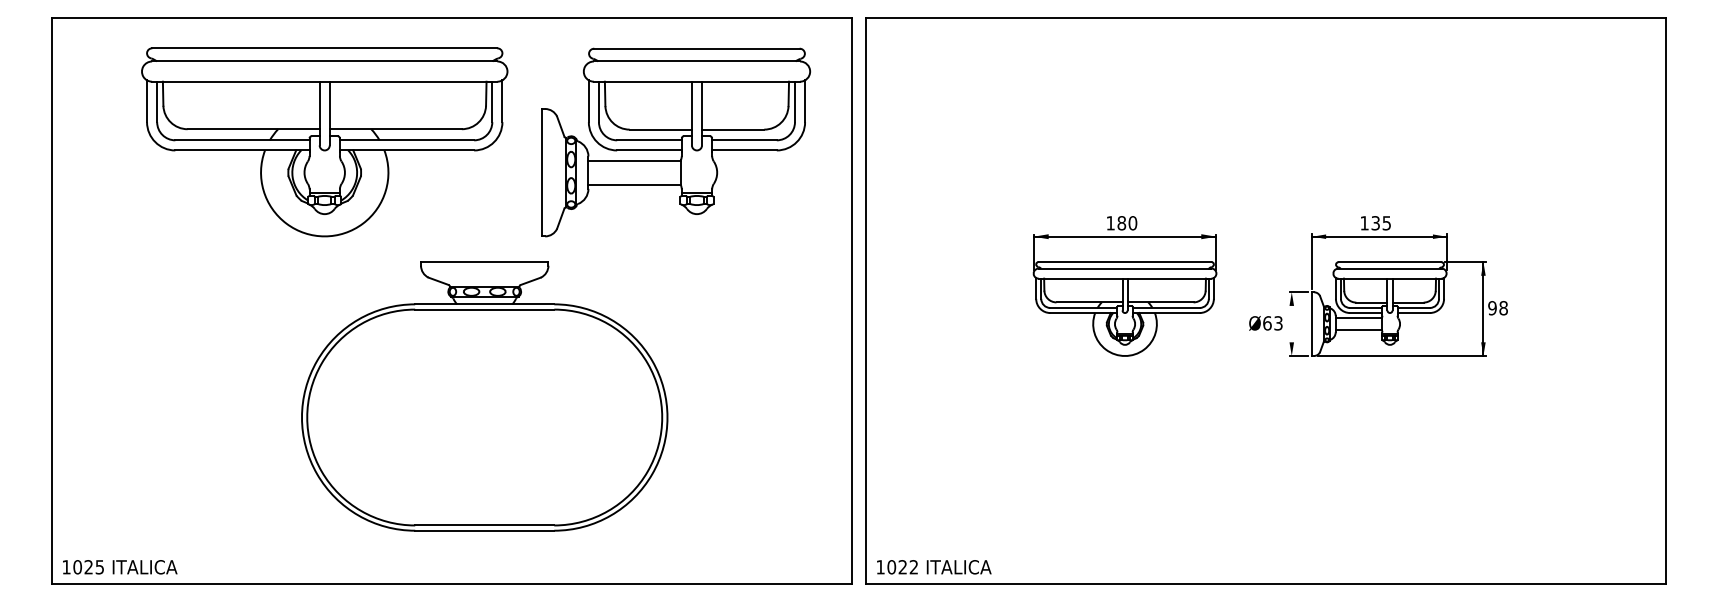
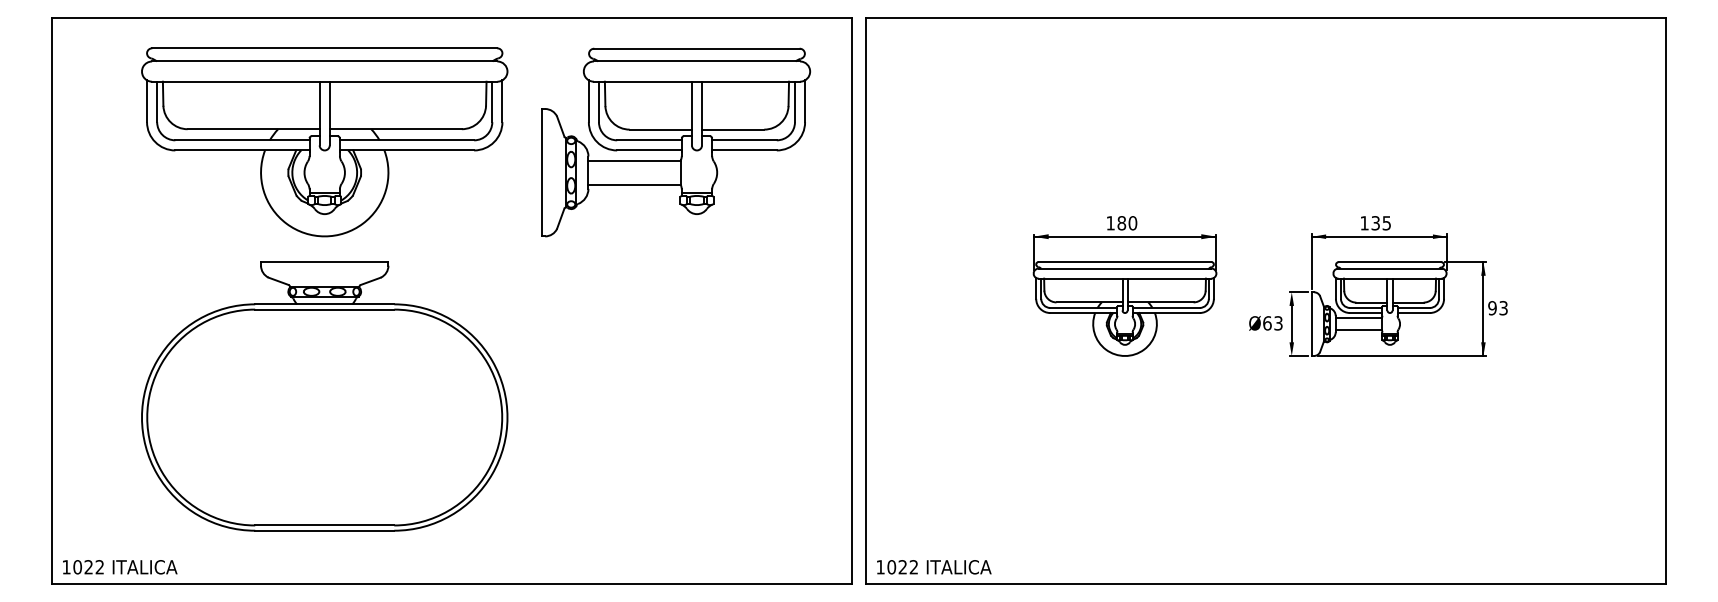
text at (1503, 308): 98 -> 93
line at (1291, 323): none -> present
part at (484, 396) position: (484, 396) -> (324, 396)
text at (99, 567): 1025 -> 1022
